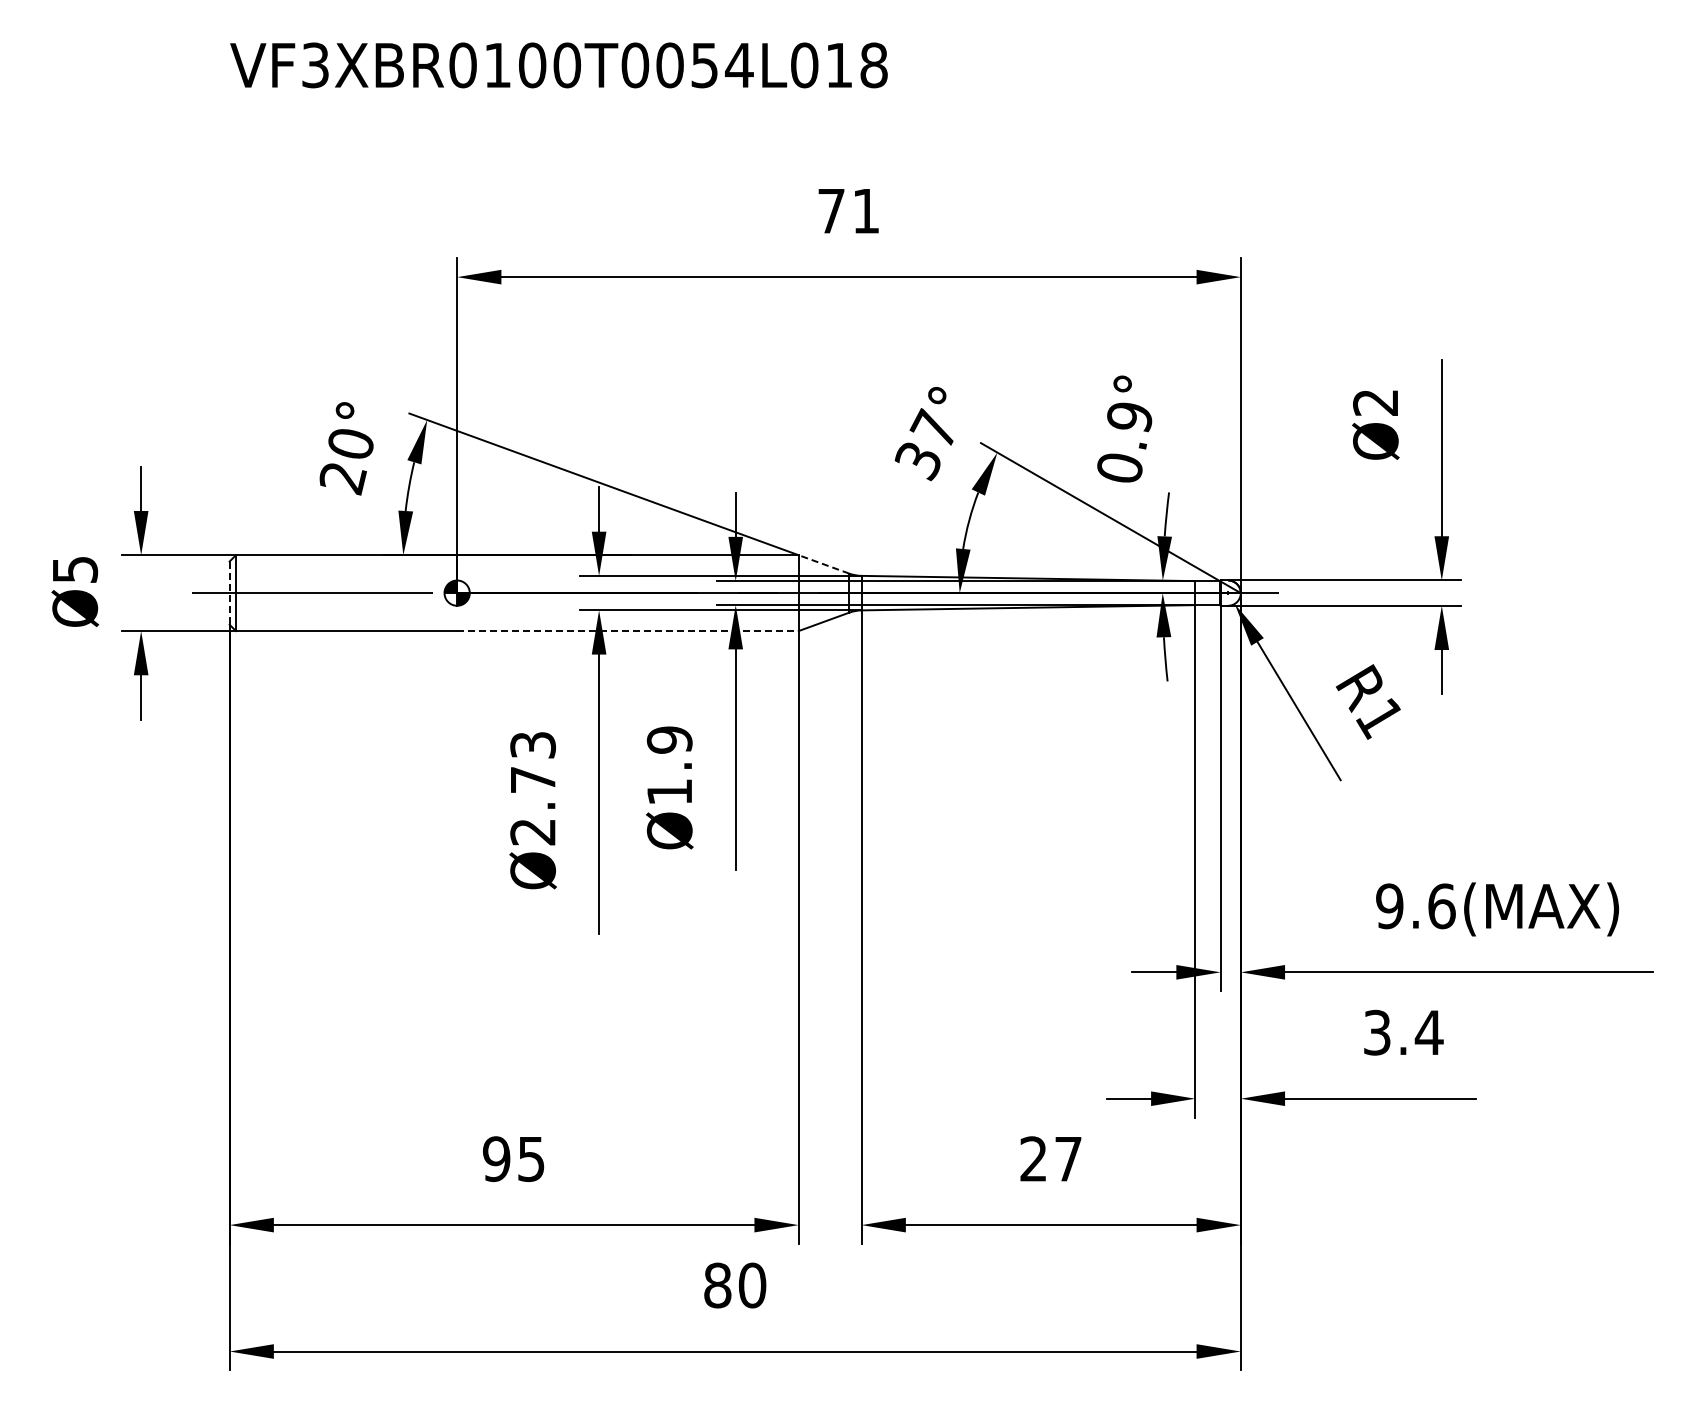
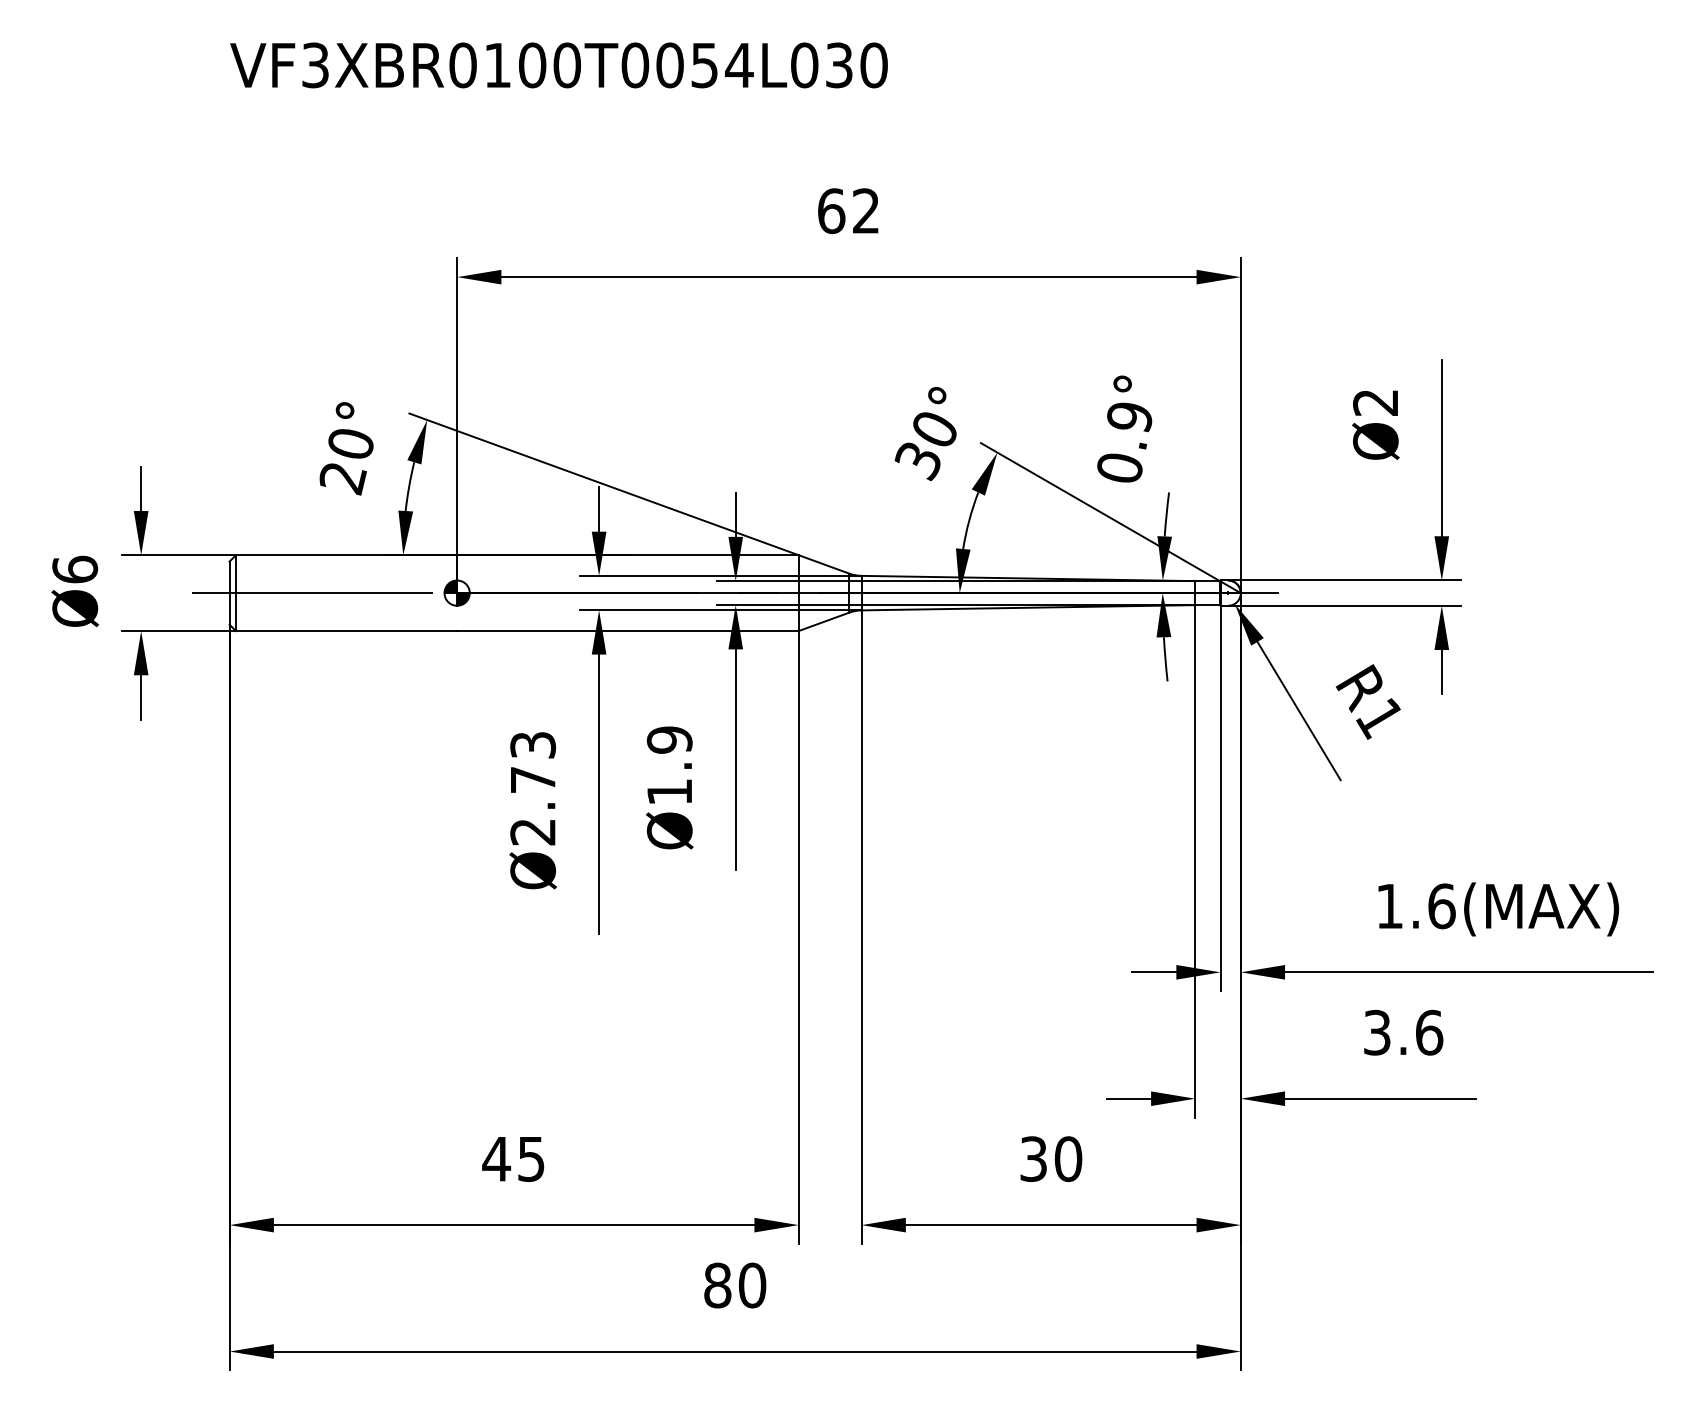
text at (856, 65): VF3XBR0100T0054L018 -> VF3XBR0100T0054L030
text at (848, 211): 71 -> 62
text at (932, 427): 37° -> 30°
line at (824, 564): dashed -> solid
text at (75, 569): Ø5 -> Ø6
line at (229, 593): dashed -> solid
line at (627, 631): dashed -> solid
text at (1389, 906): 9.6(MAX) -> 1.6(MAX)
text at (1428, 1032): 3.4 -> 3.6
text at (496, 1159): 95 -> 45
text at (1051, 1159): 27 -> 30
